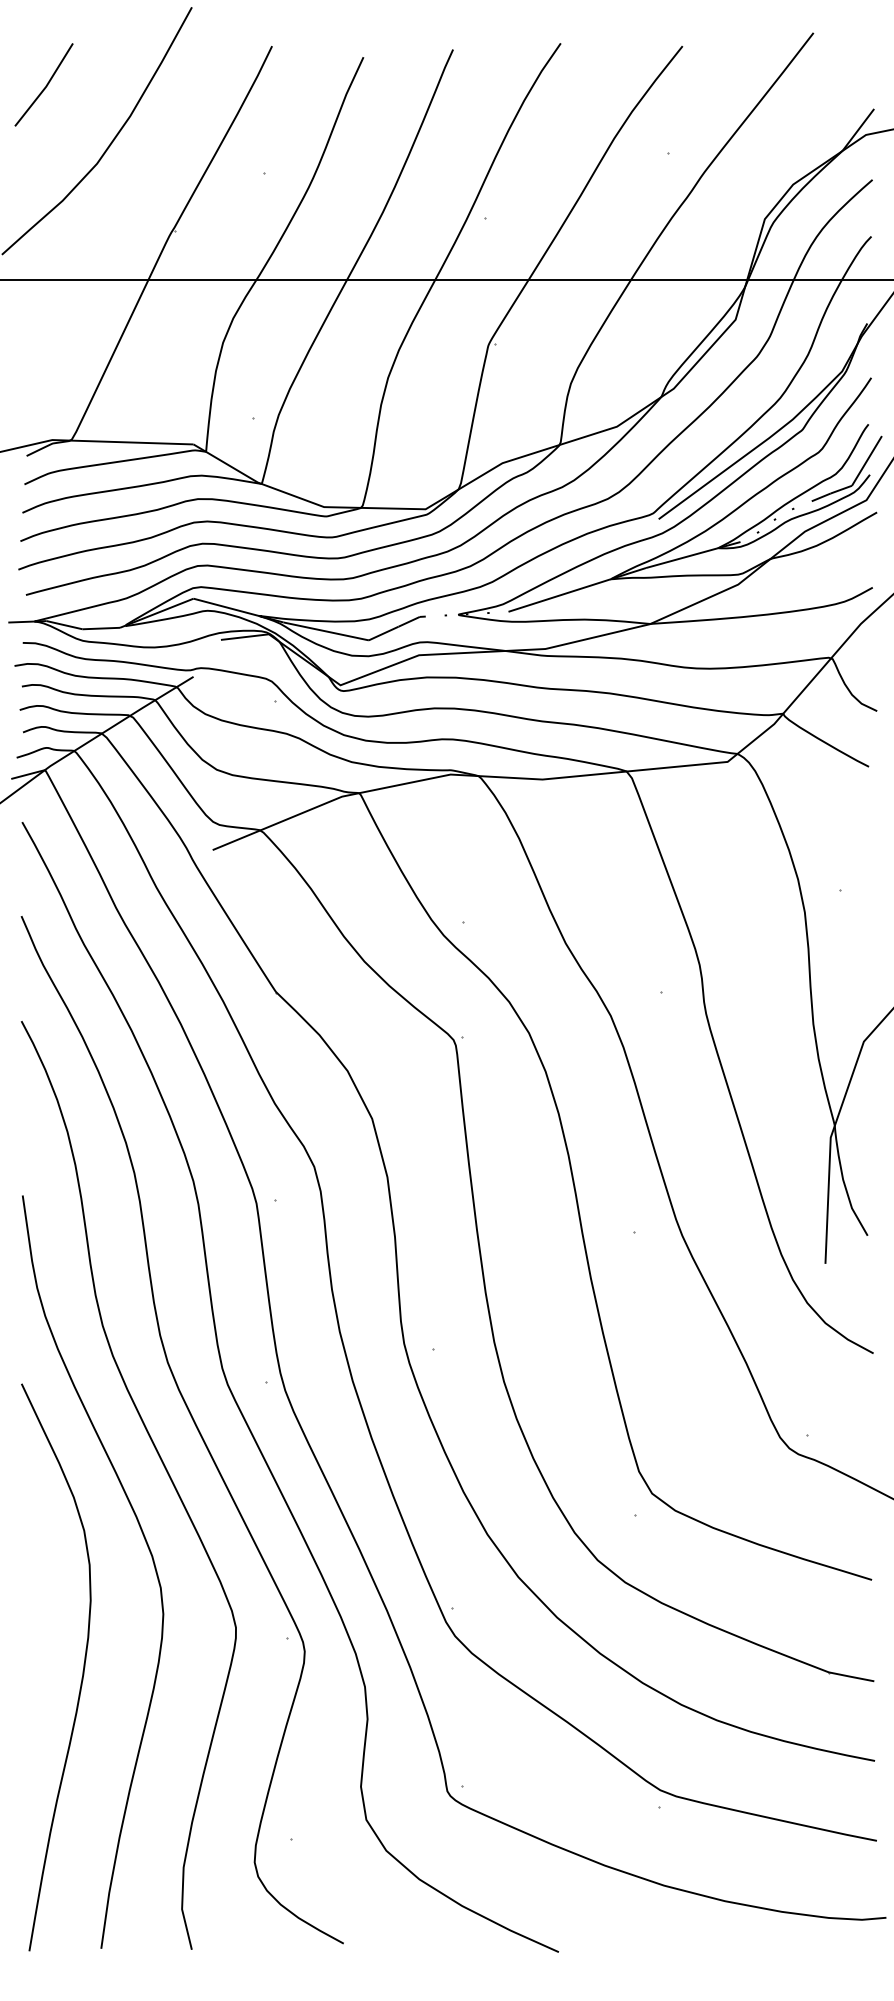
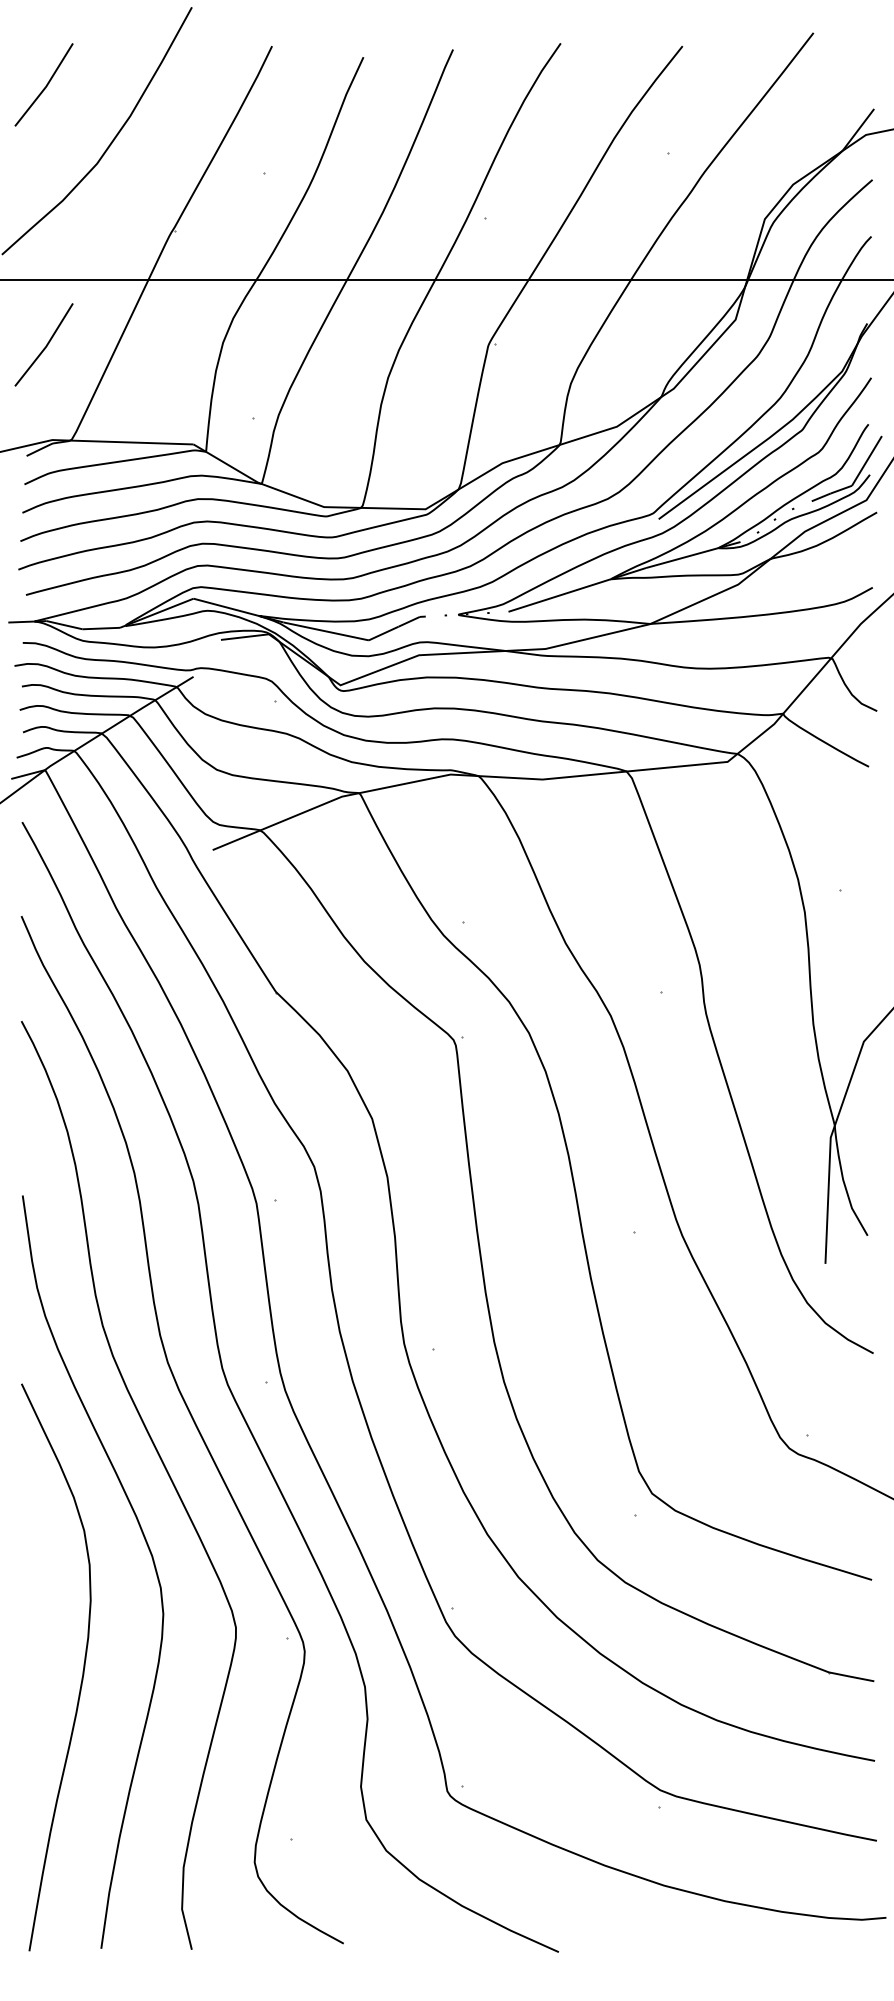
line at (45, 345): none -> present
